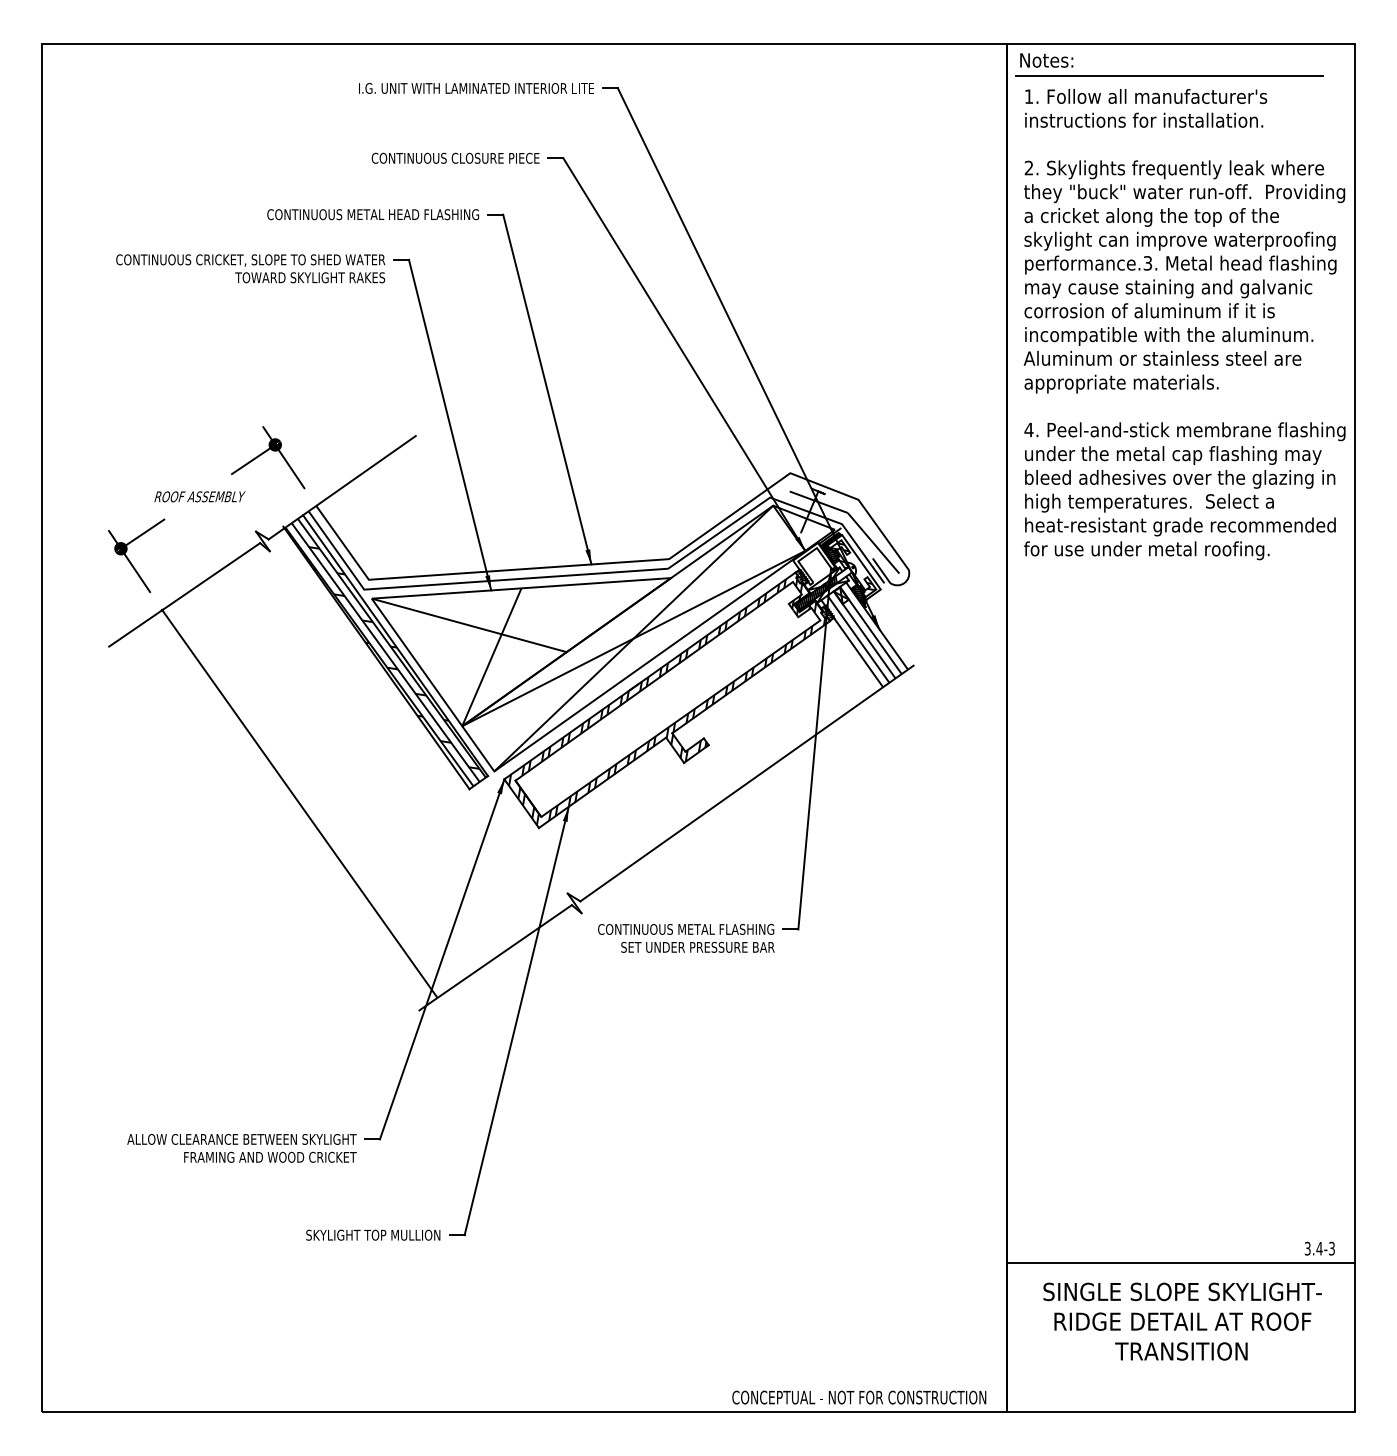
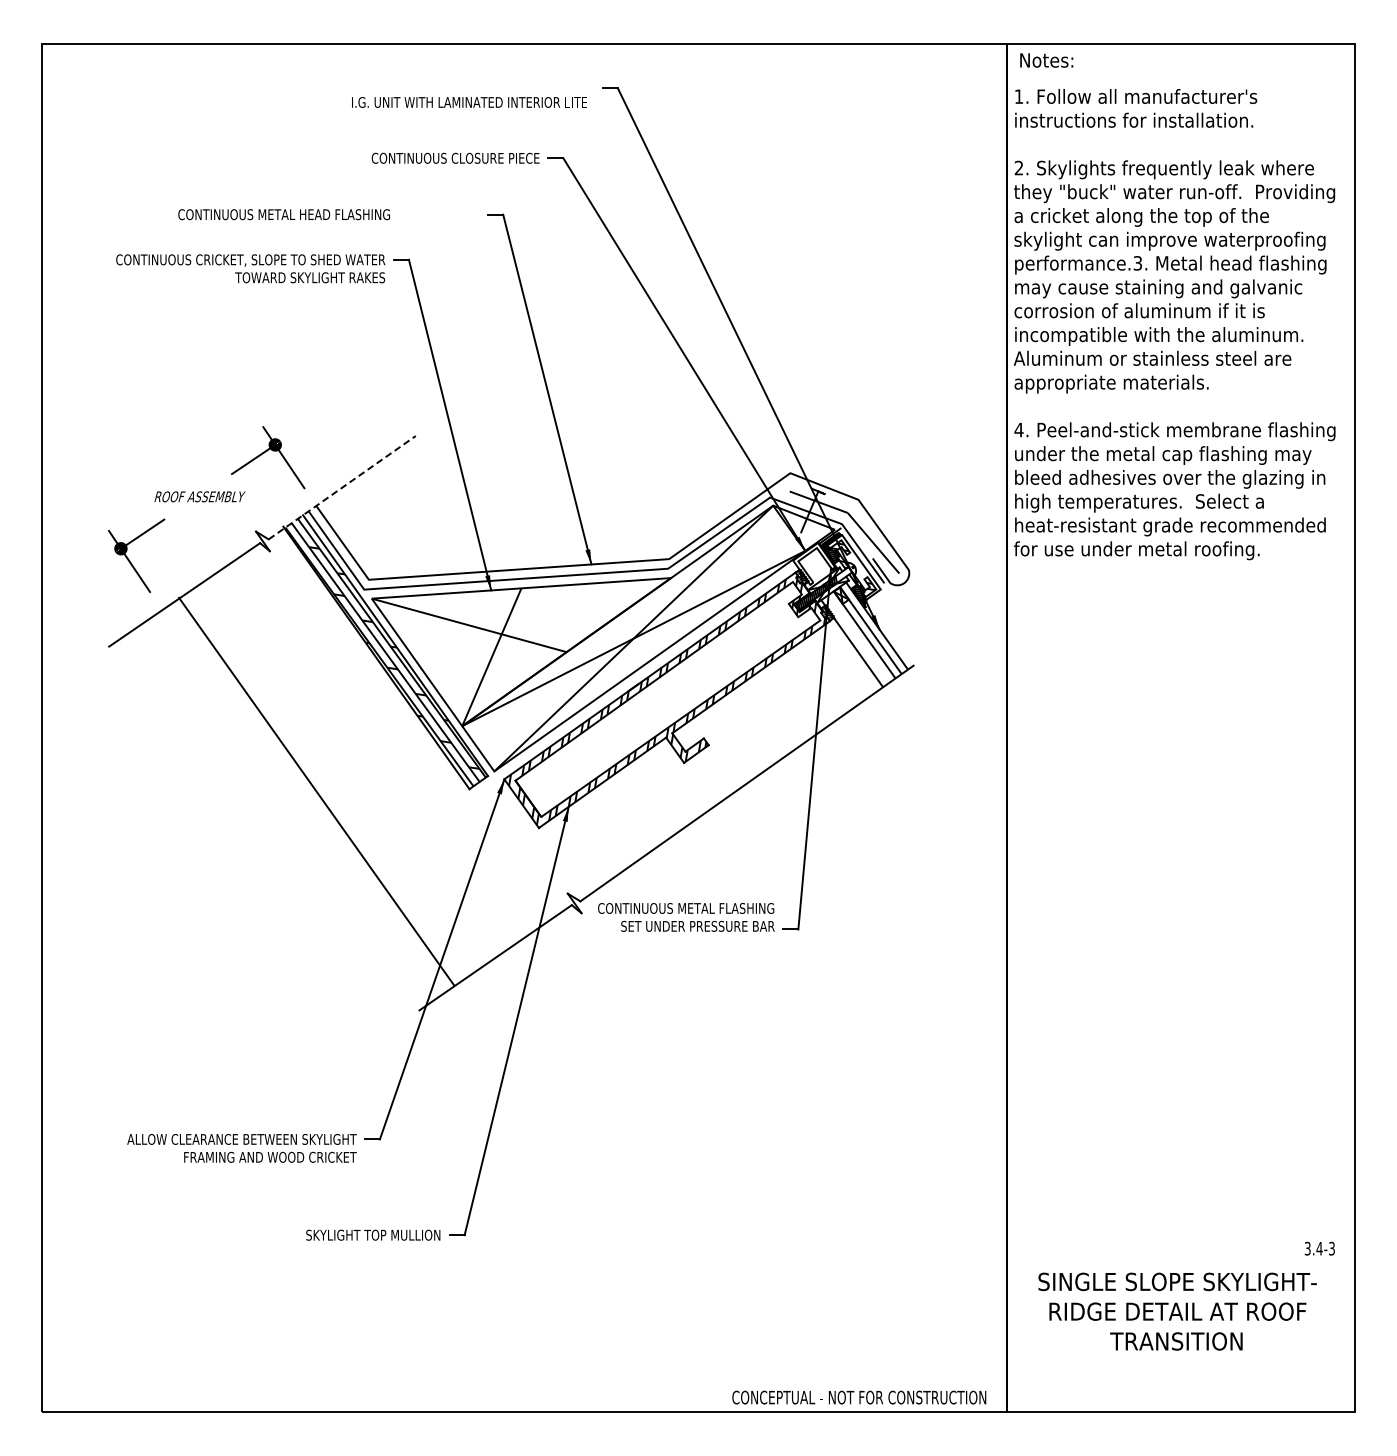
line at (1169, 75): present -> none
text at (476, 88) position: (476, 88) -> (469, 102)
text at (373, 214) position: (373, 214) -> (284, 214)
text at (1184, 324) position: (1184, 324) -> (1174, 324)
line at (342, 487): solid -> dashed
line at (857, 638): present -> none
line at (299, 802) position: (299, 802) -> (316, 790)
text at (686, 938) position: (686, 938) -> (686, 917)
line at (1180, 1263): present -> none
text at (1182, 1321) position: (1182, 1321) -> (1177, 1311)
